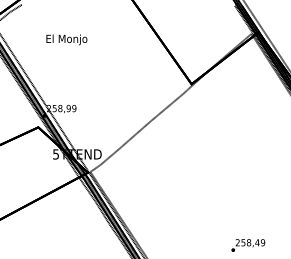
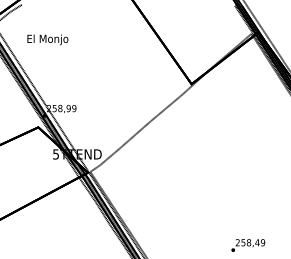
text at (66, 39) position: (66, 39) -> (47, 39)
